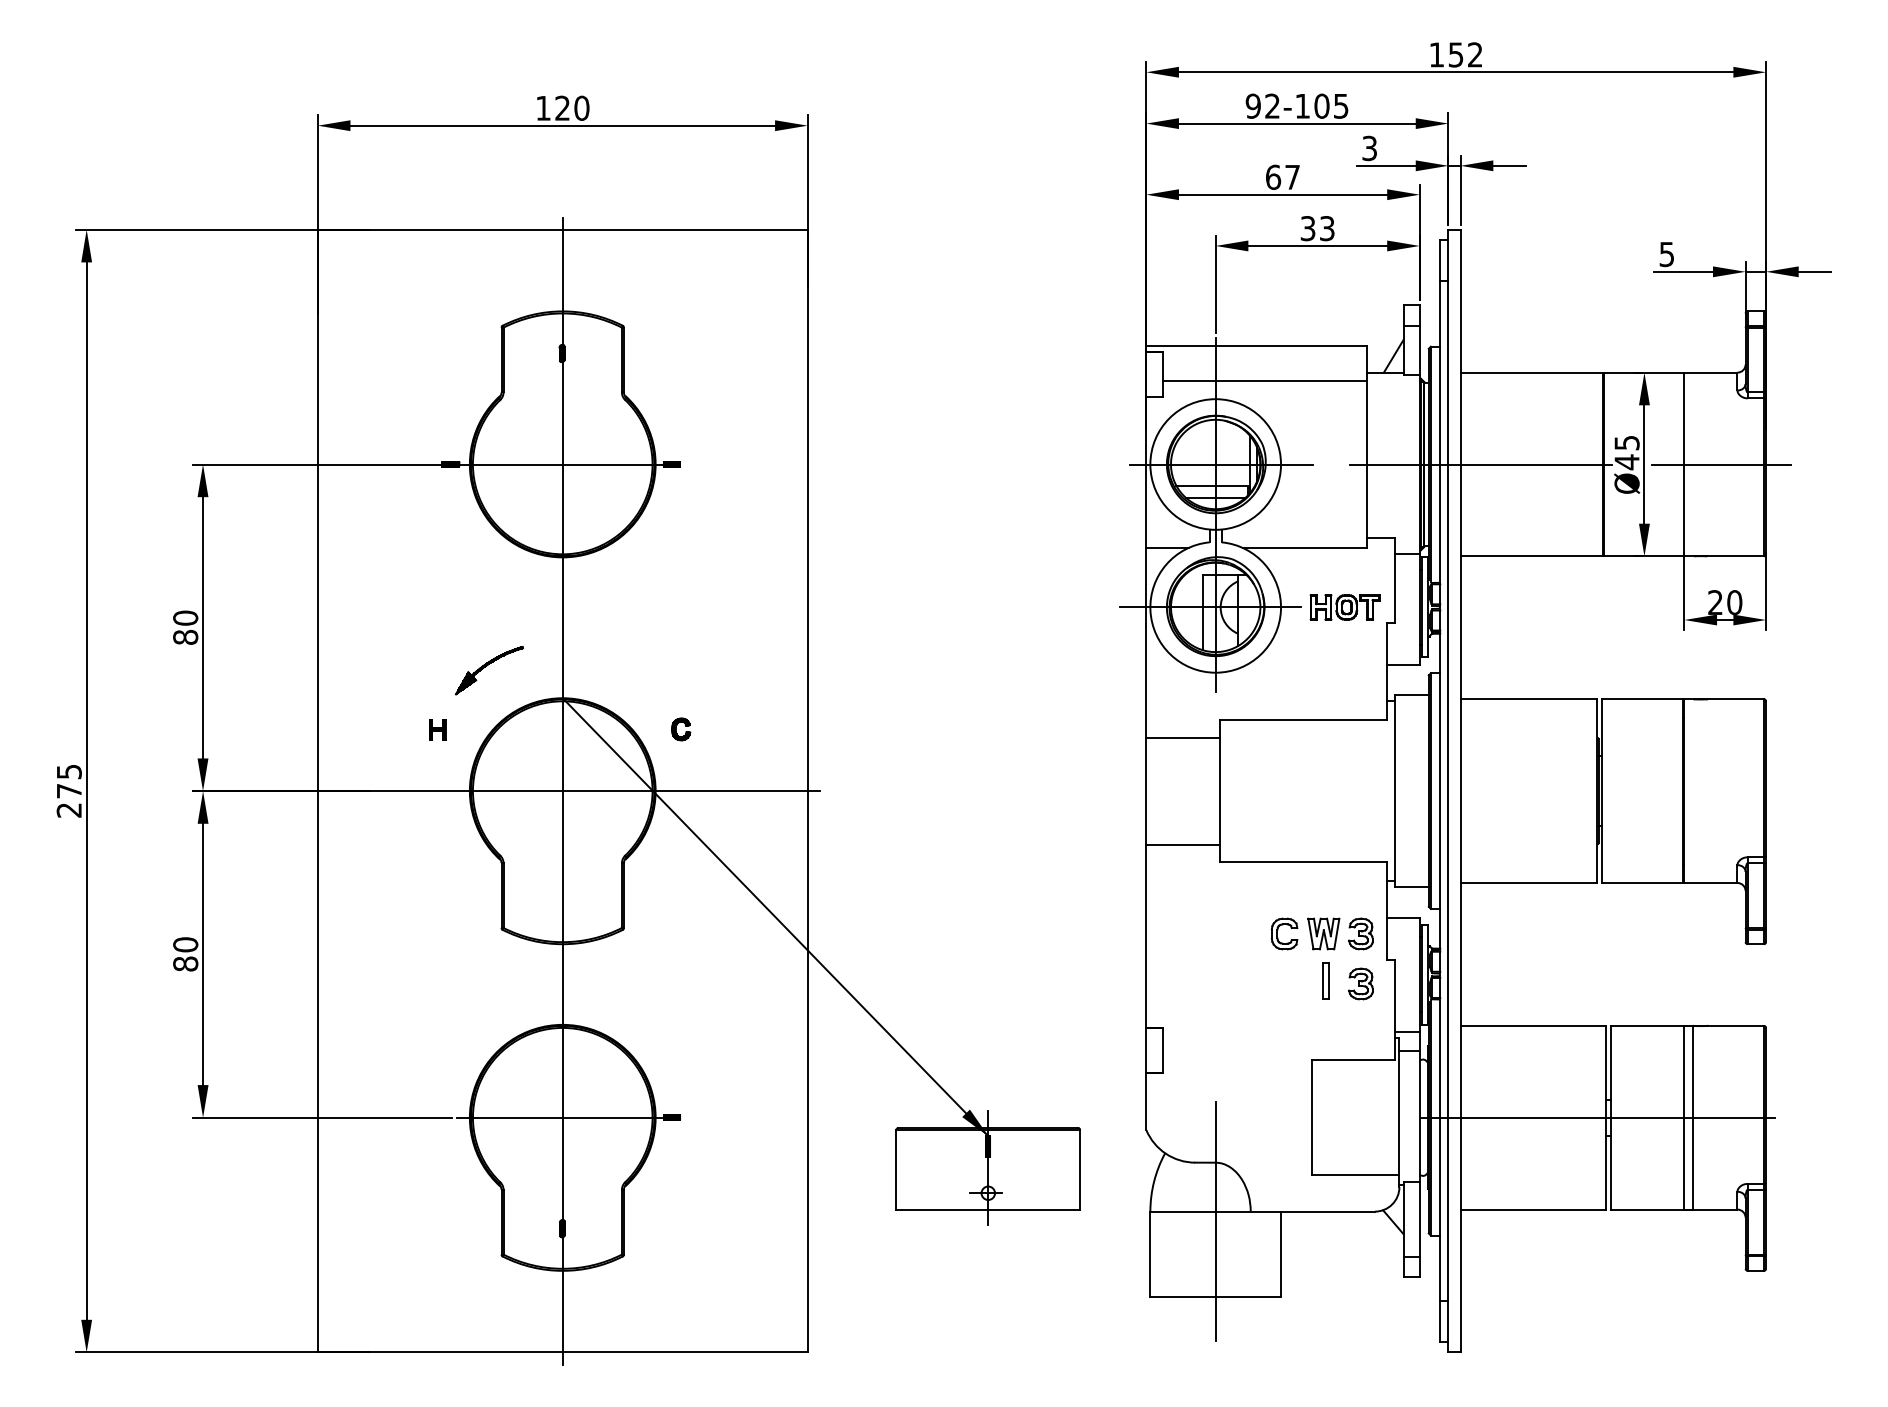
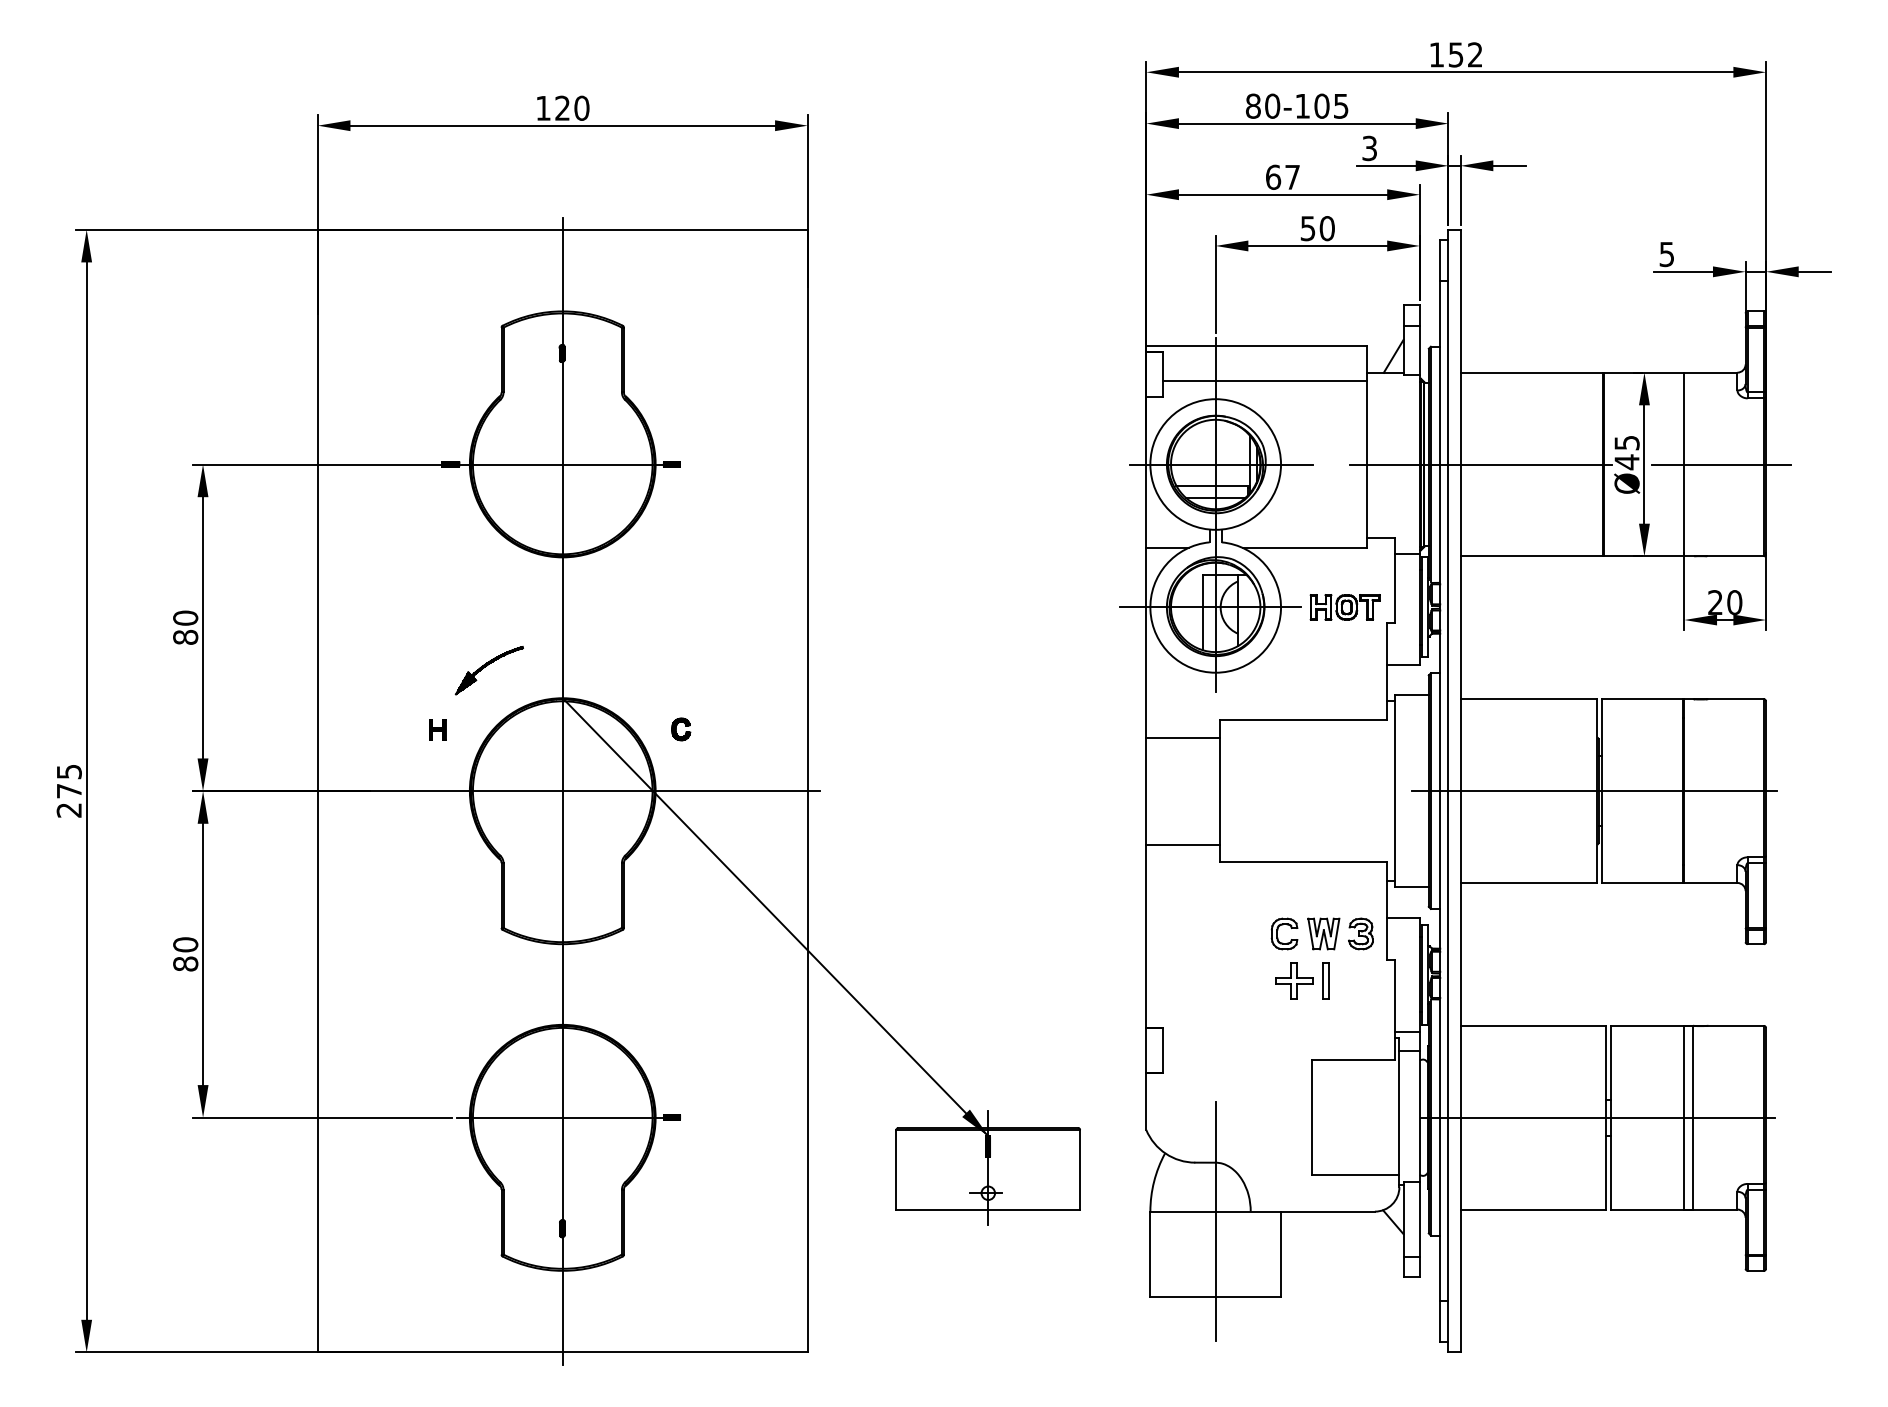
text at (1262, 105): 92-105 -> 80-105
text at (1317, 228): 33 -> 50
line at (1594, 791): none -> present
part at (1294, 980): none -> present
part at (1360, 983): present -> none
